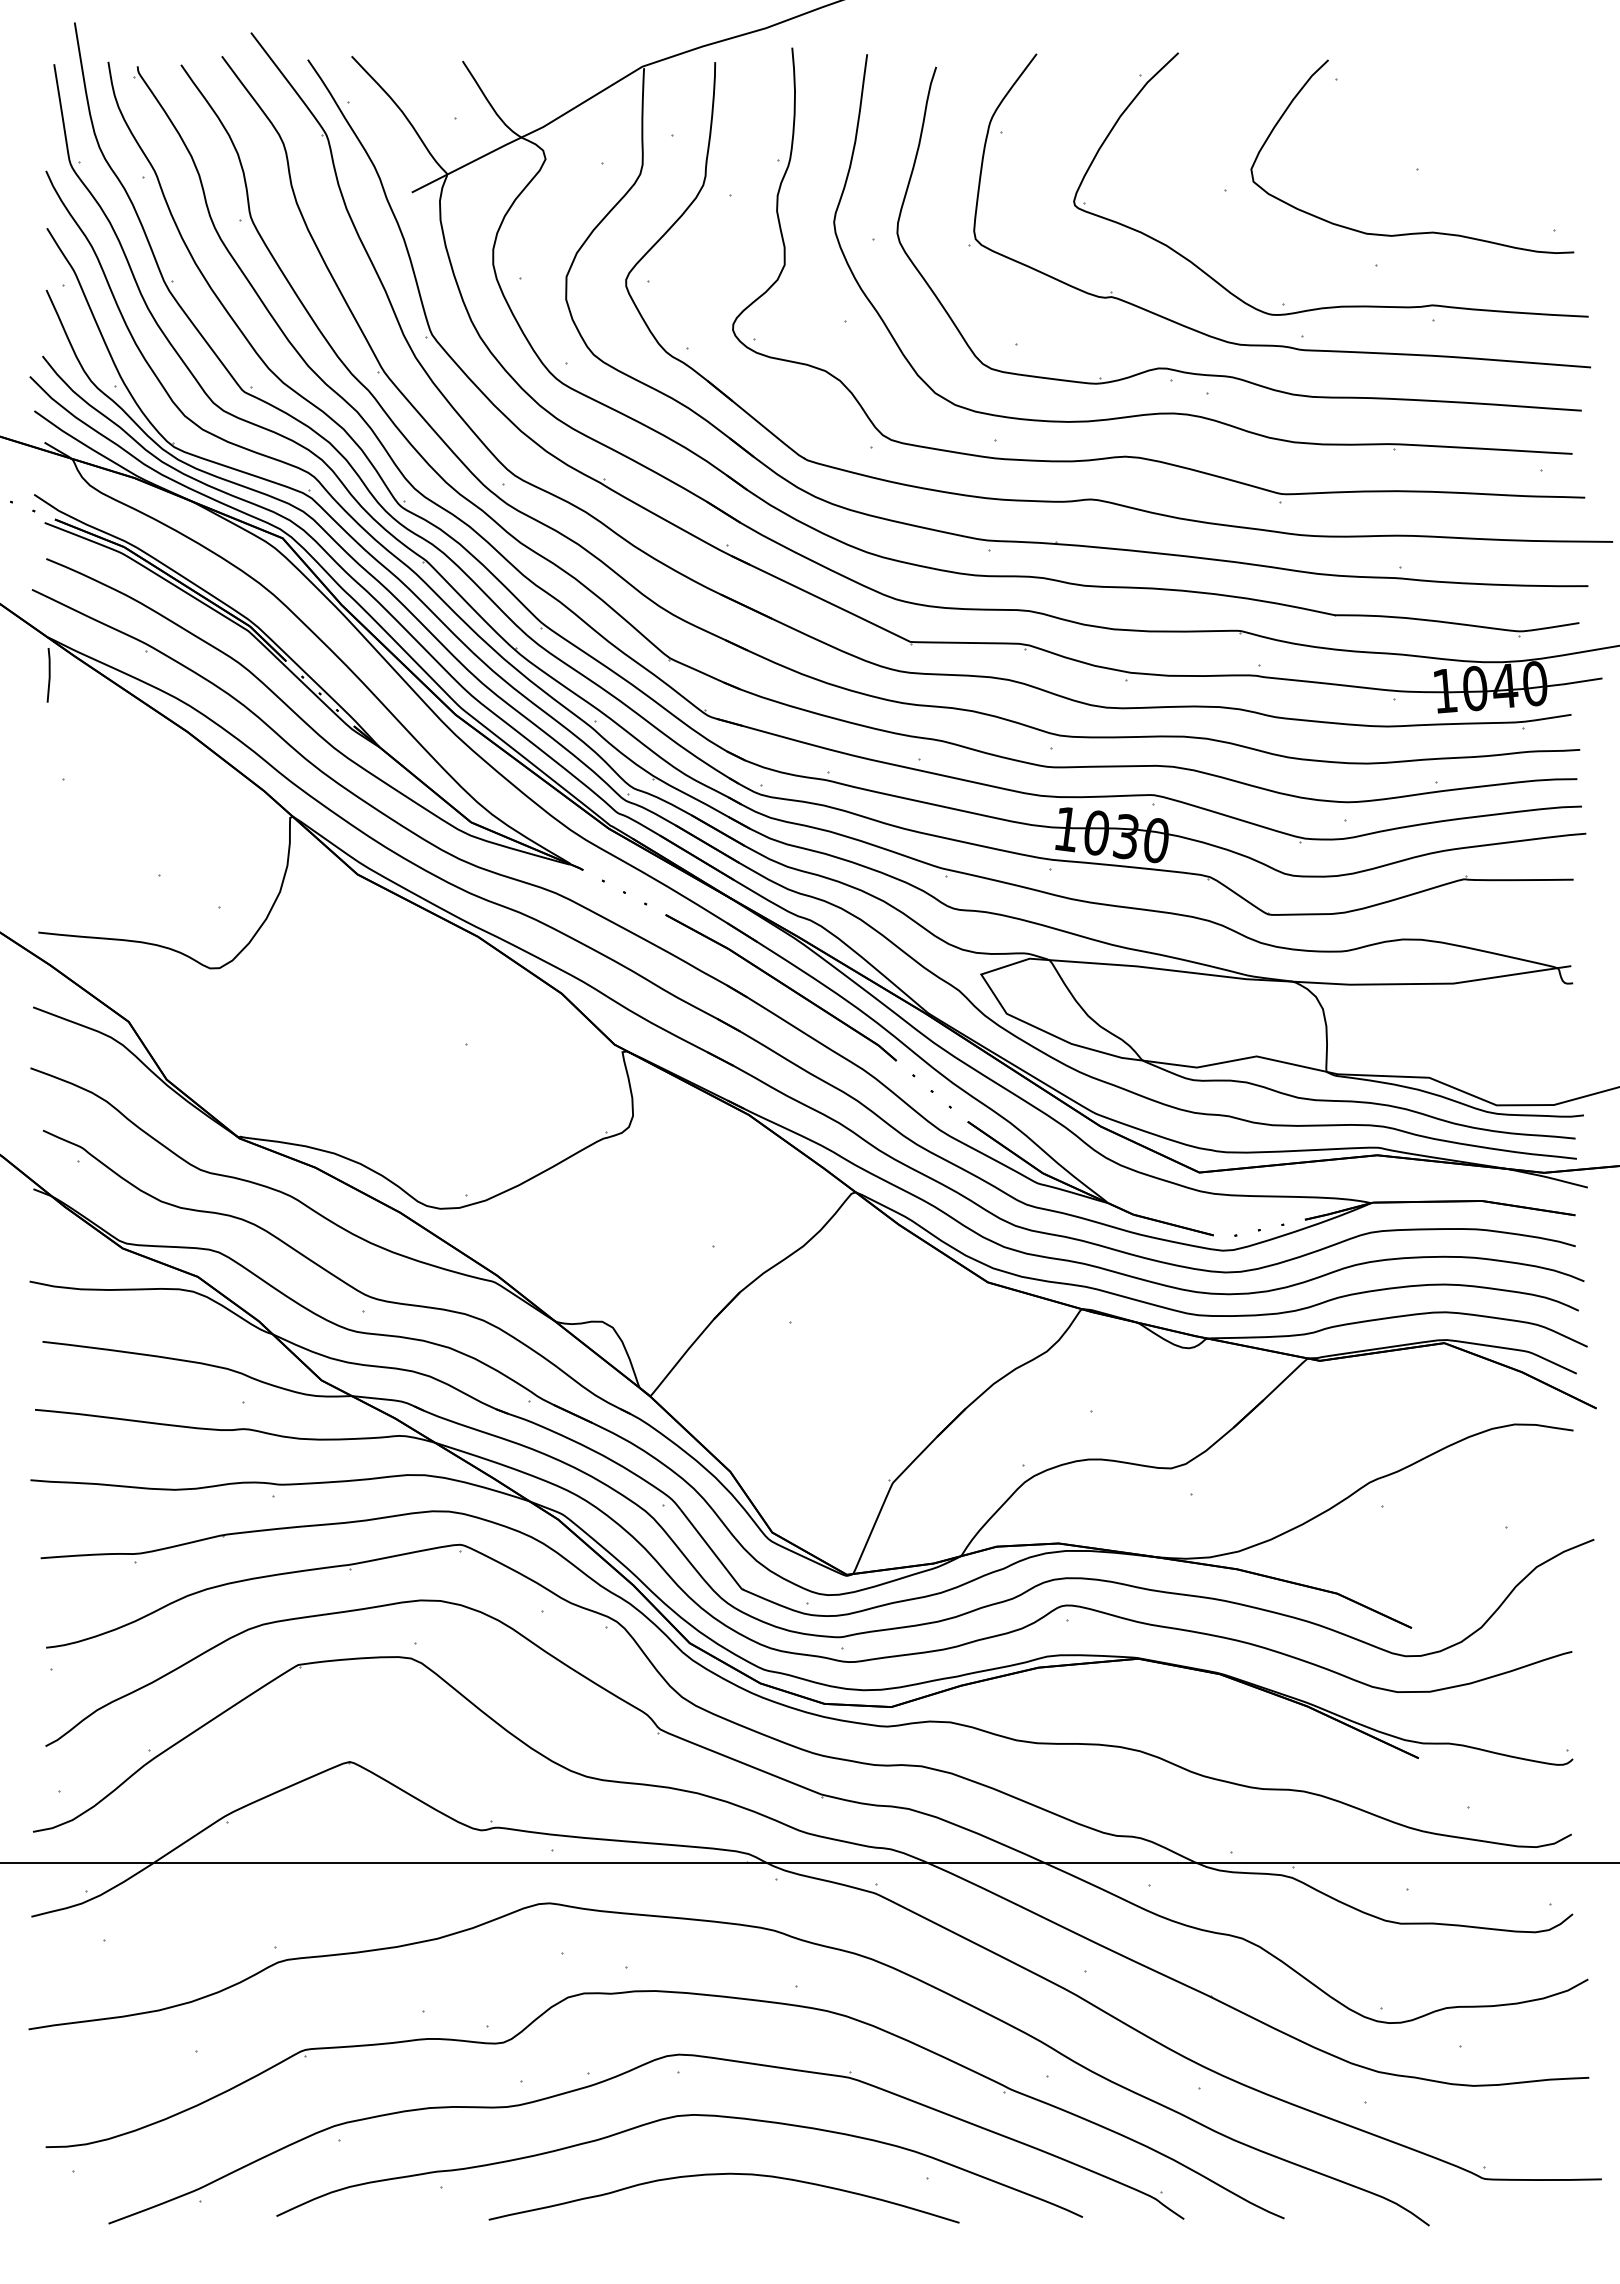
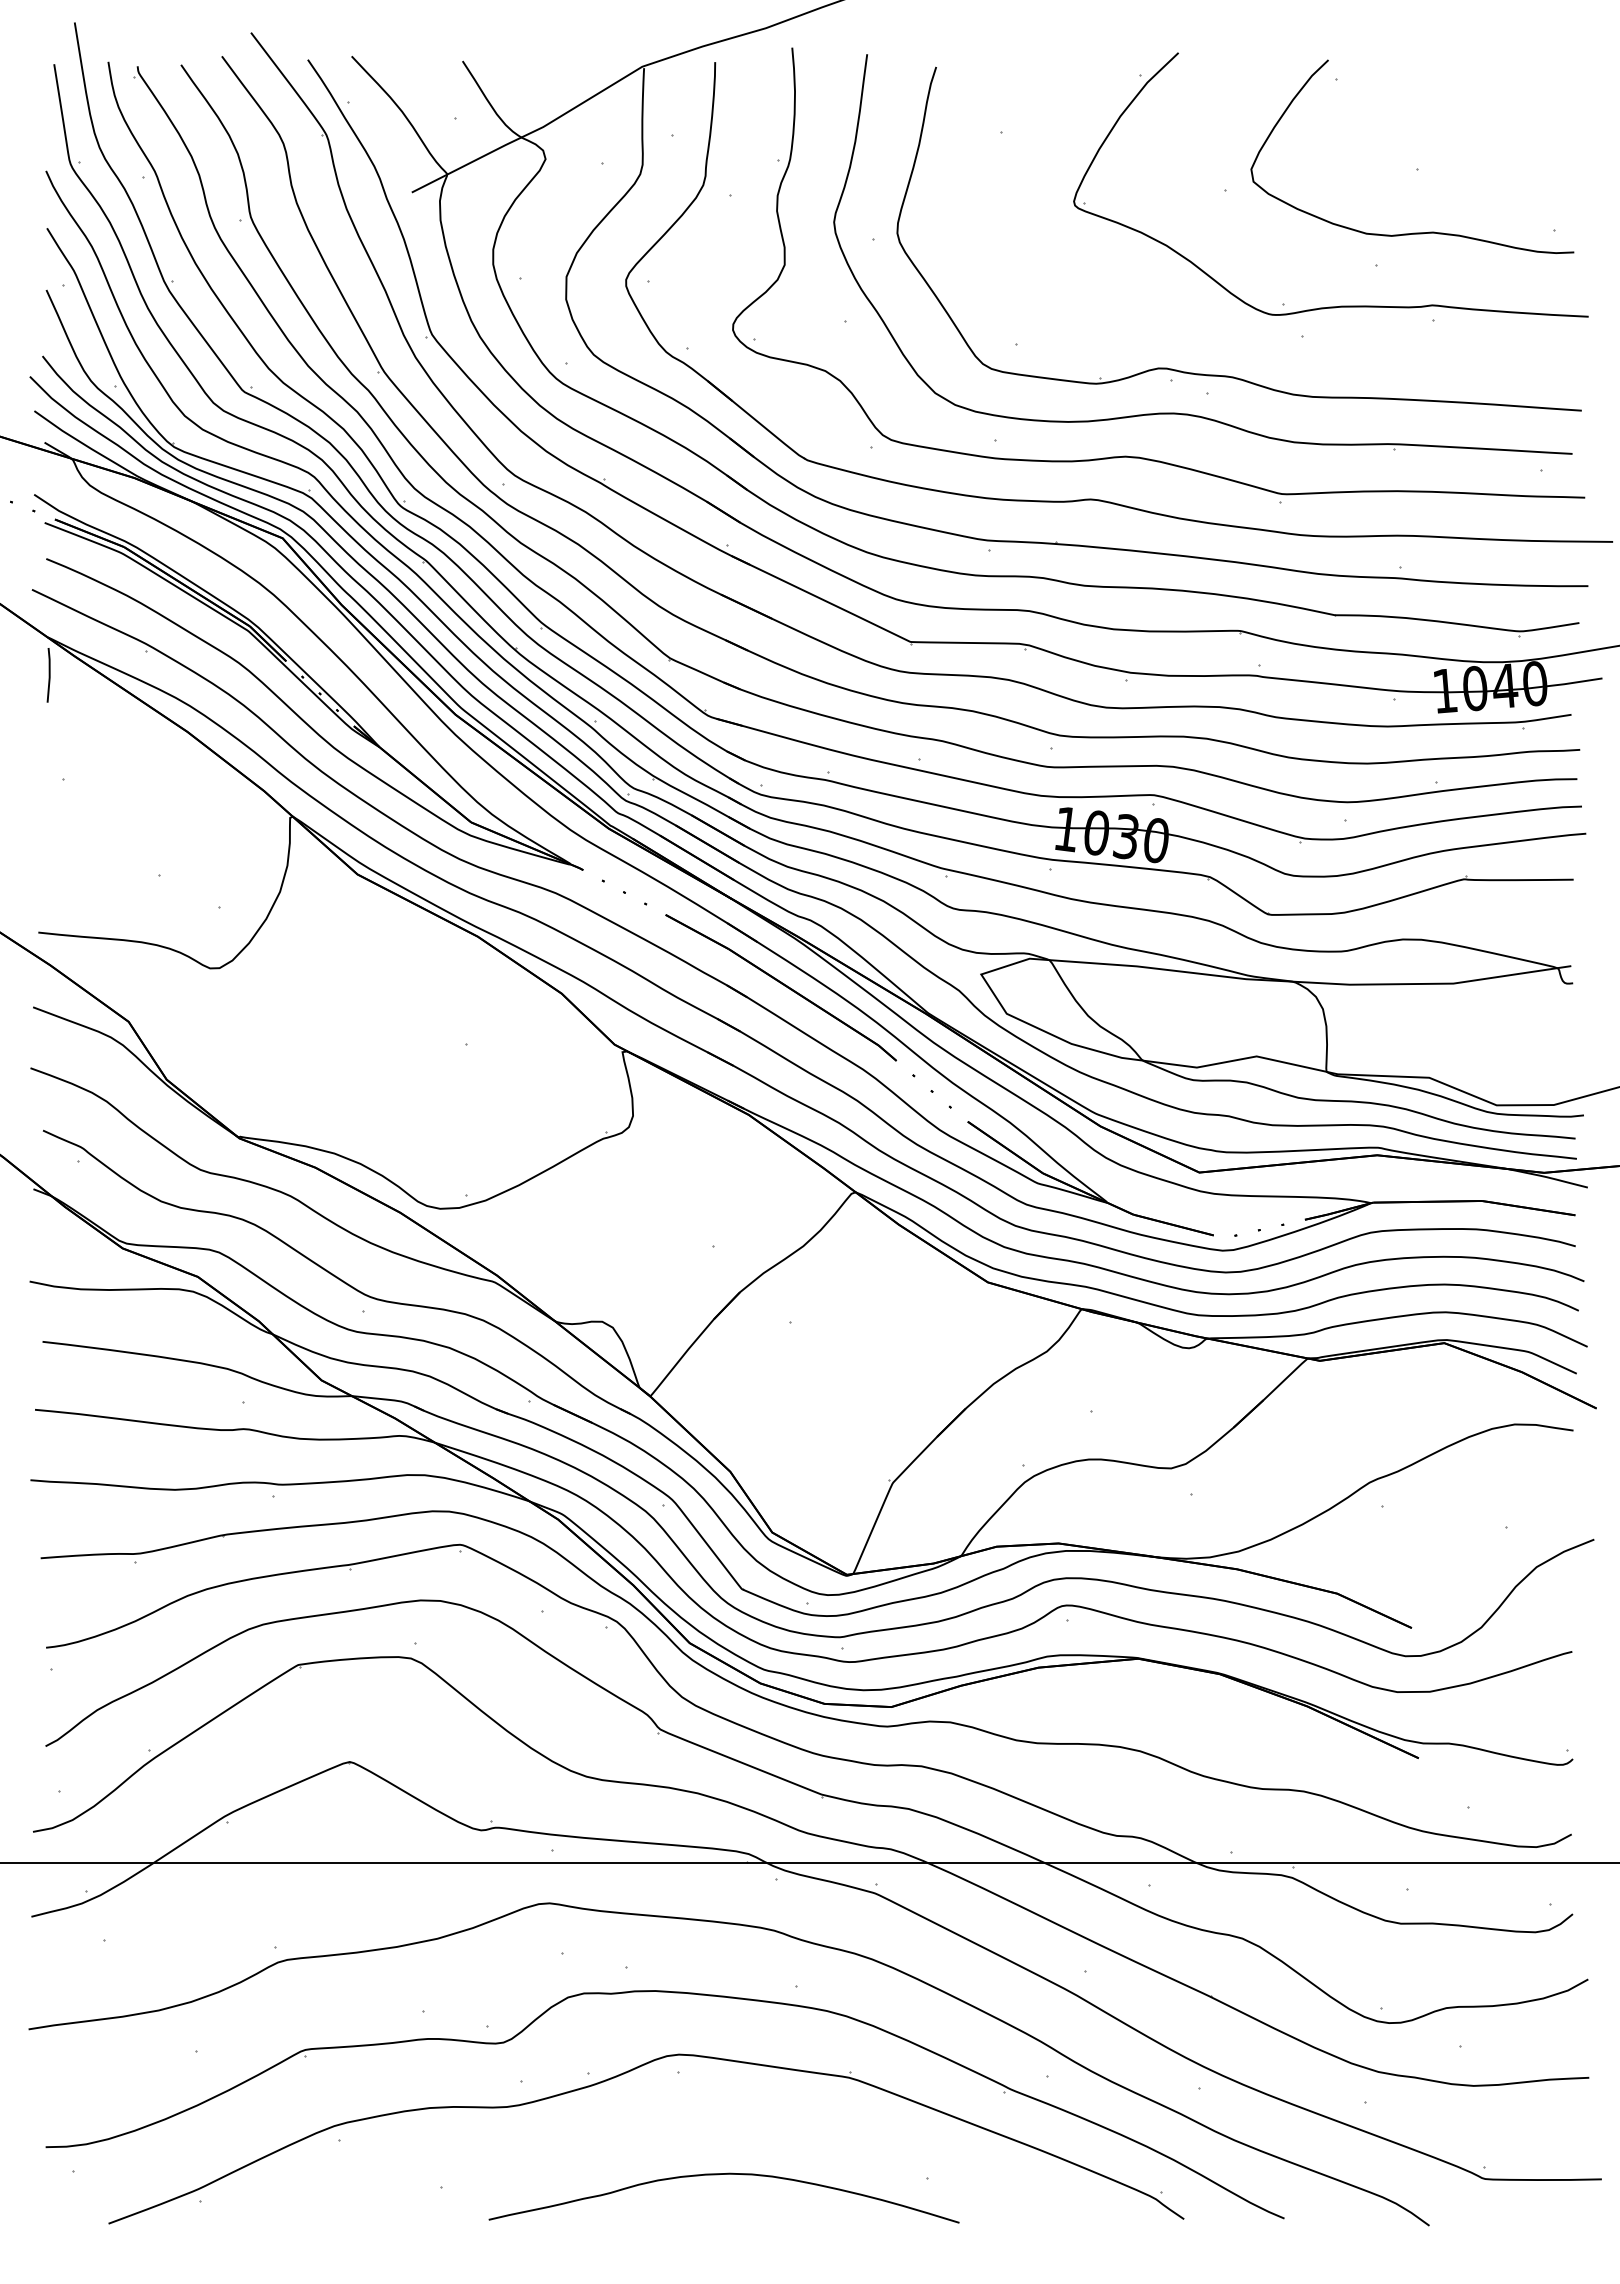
part at (1272, 344): present -> none
curve at (672, 2118): present -> none
